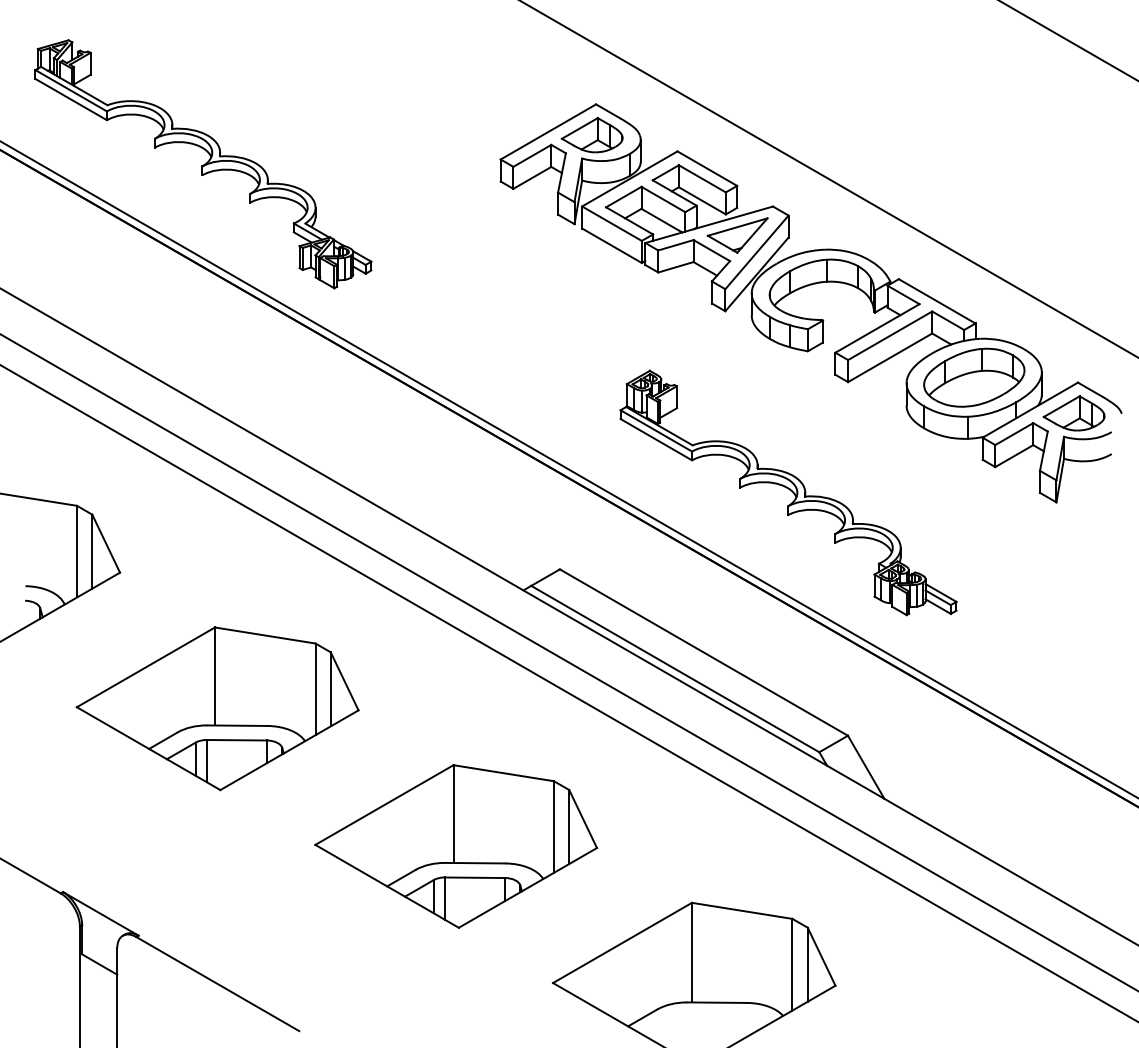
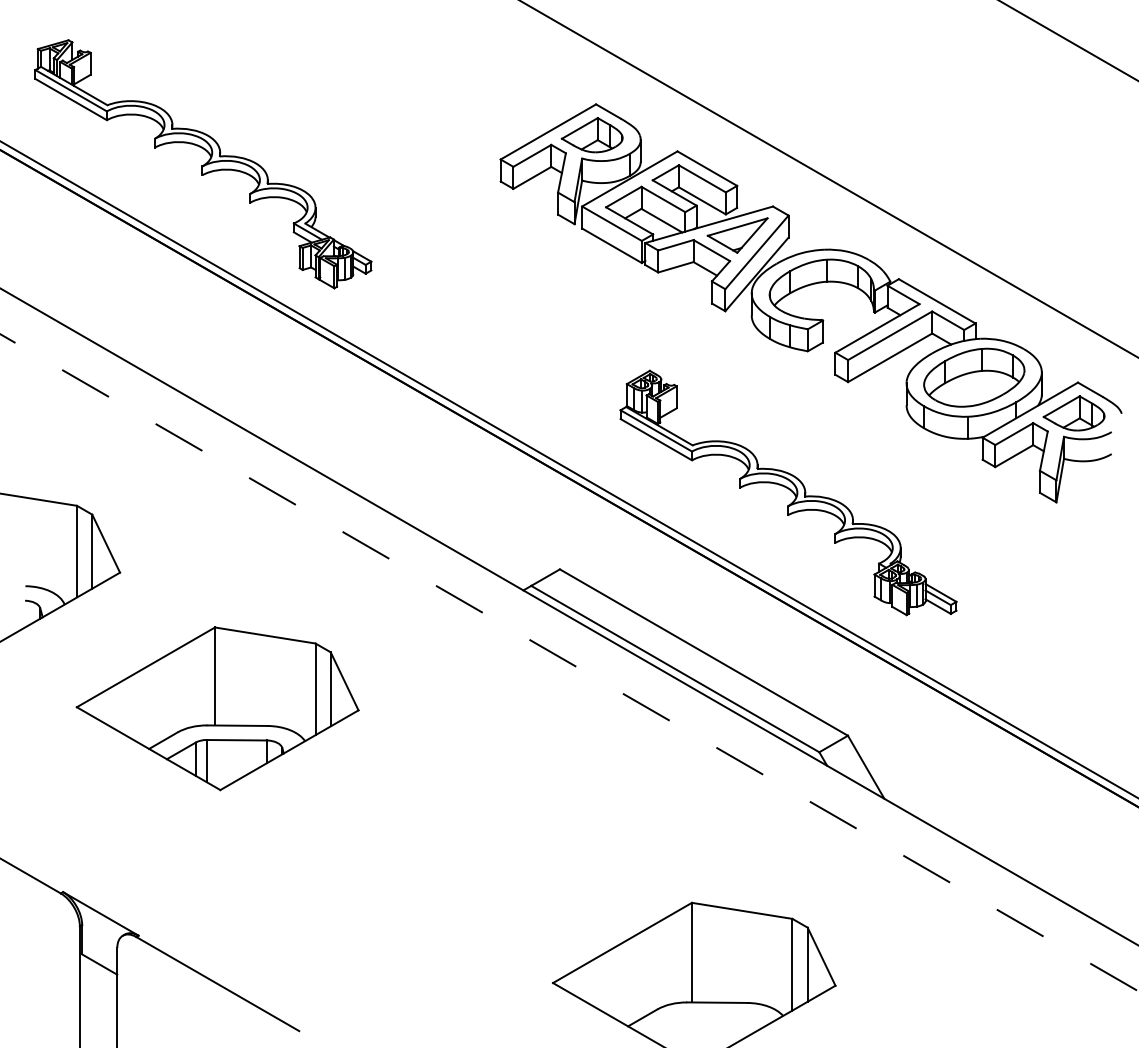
line at (569, 663): solid -> dashed
line at (568, 693): present -> none
part at (456, 846): present -> none
